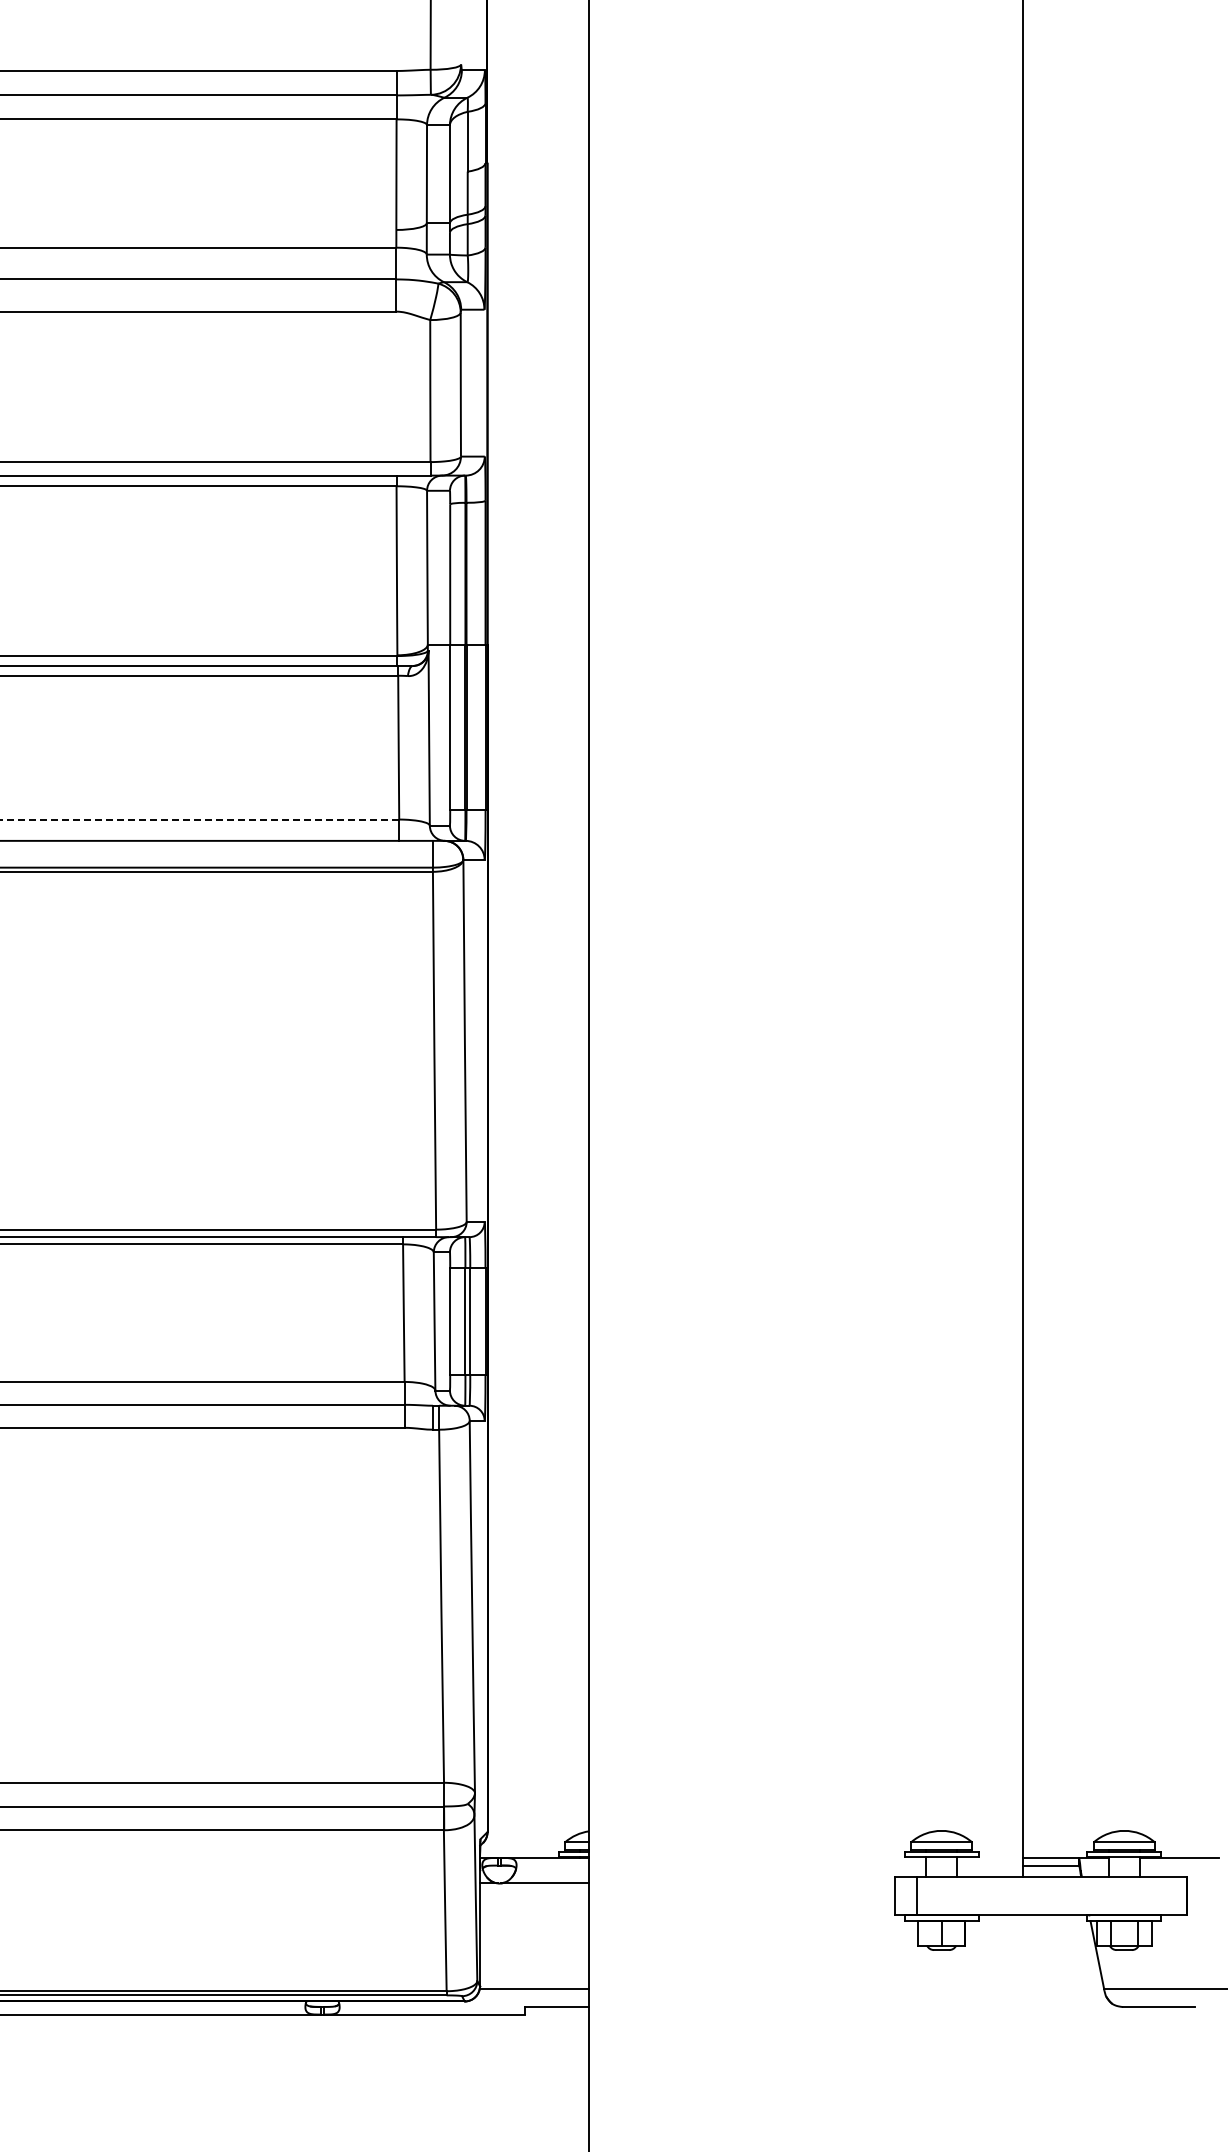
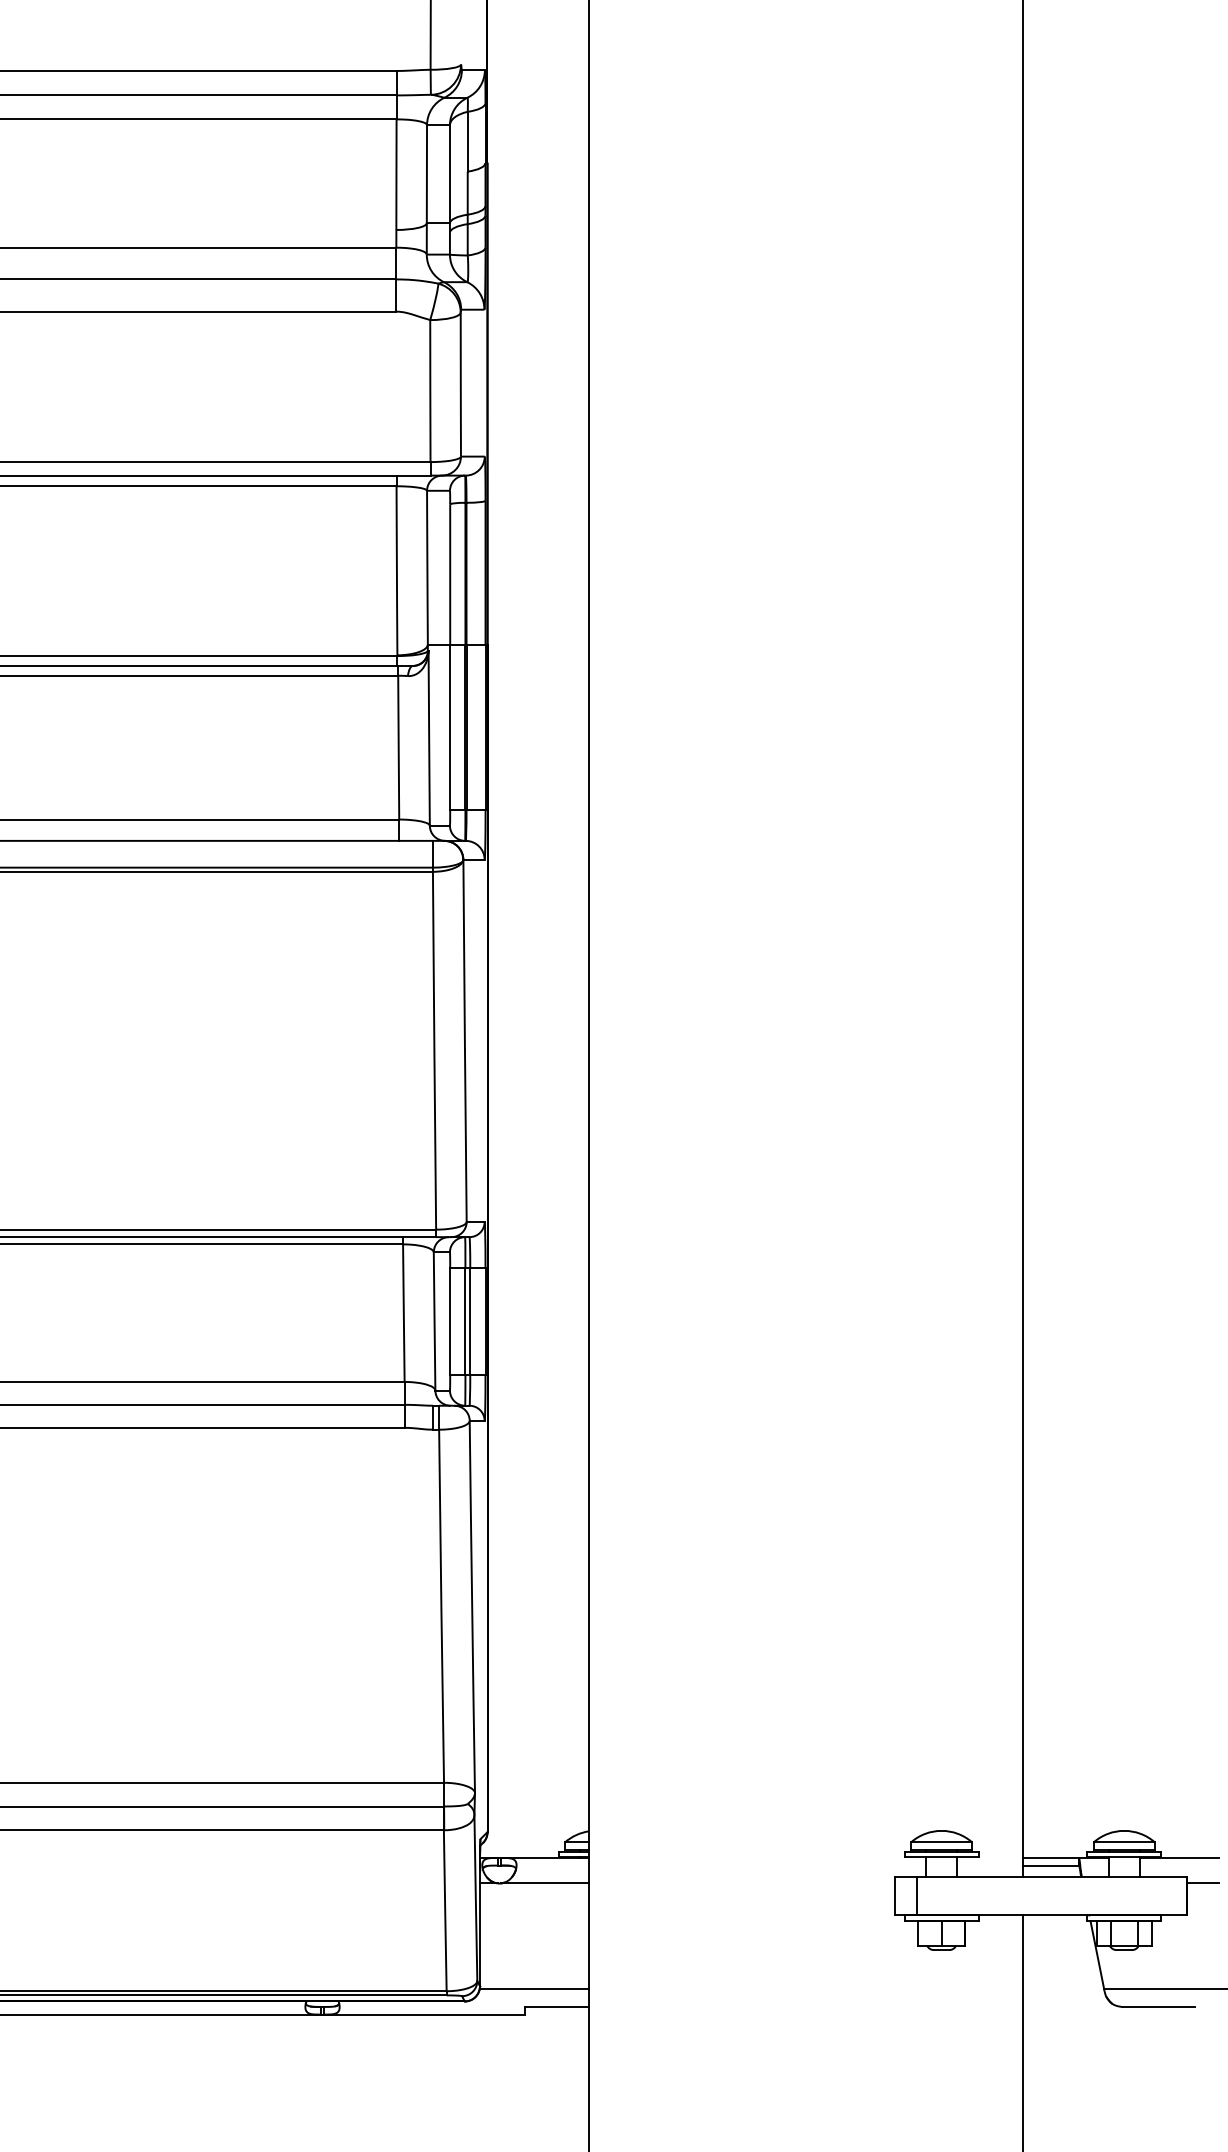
line at (199, 819): dashed -> solid
line at (1203, 1883): none -> present
line at (1023, 2031): none -> present
